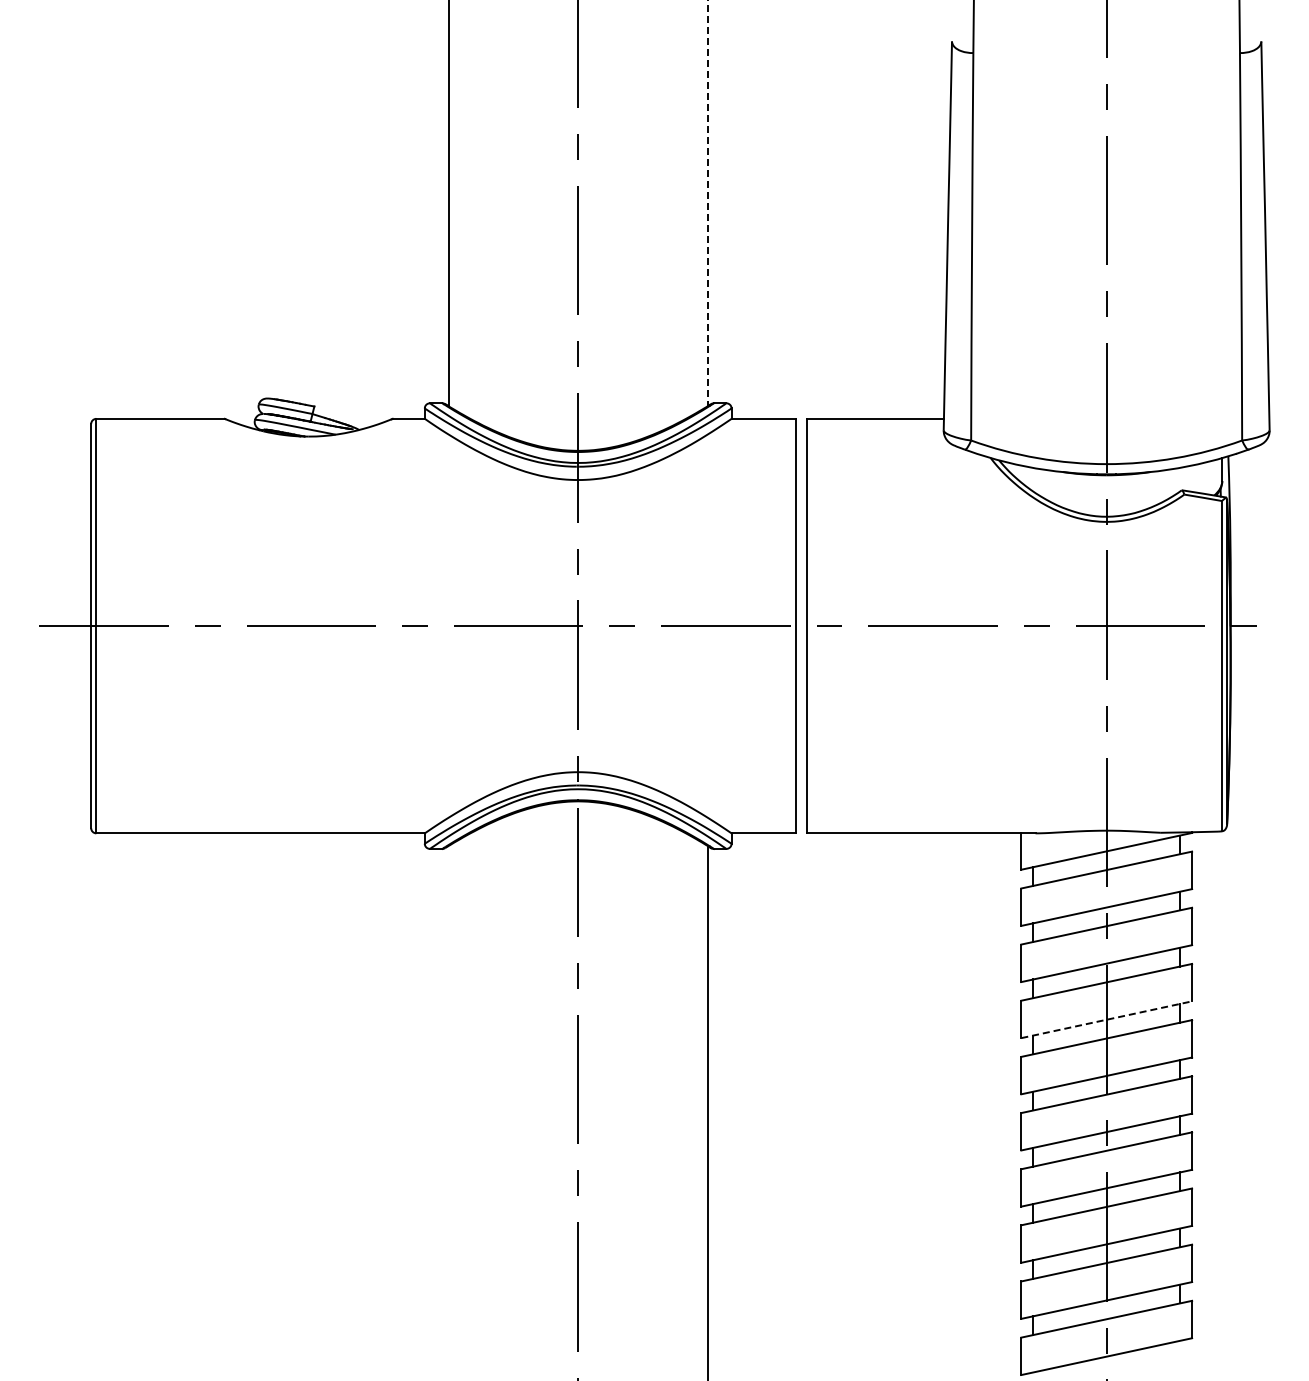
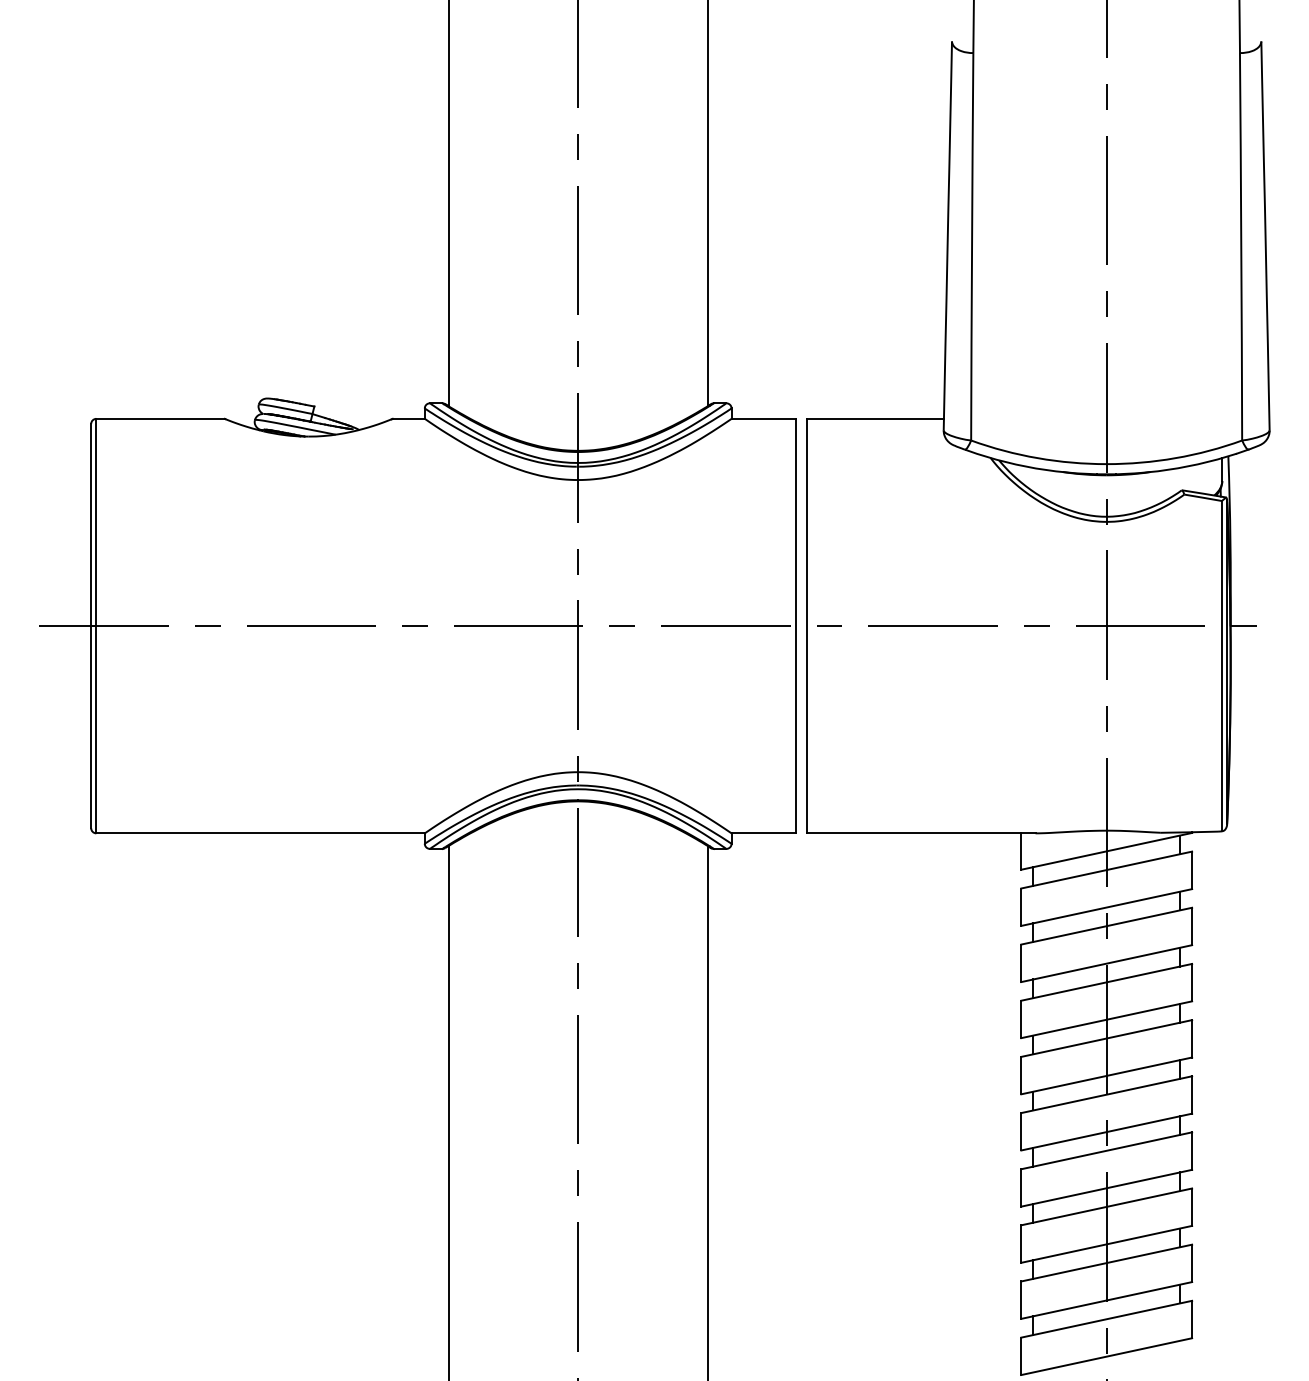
line at (707, 203): dashed -> solid
line at (1107, 1019): dashed -> solid
line at (448, 1111): none -> present
